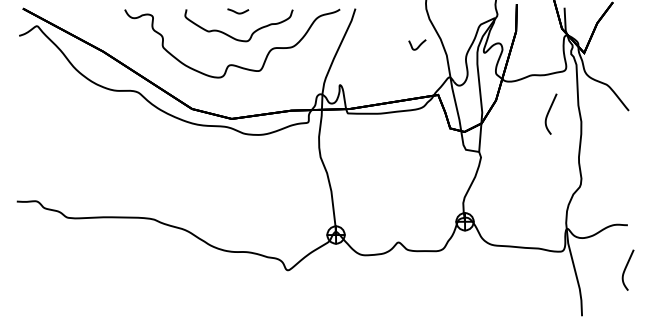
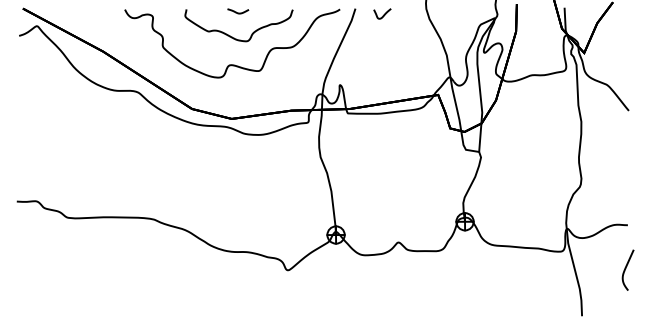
curve at (418, 45) position: (418, 45) -> (383, 14)
curve at (549, 112): present -> none
